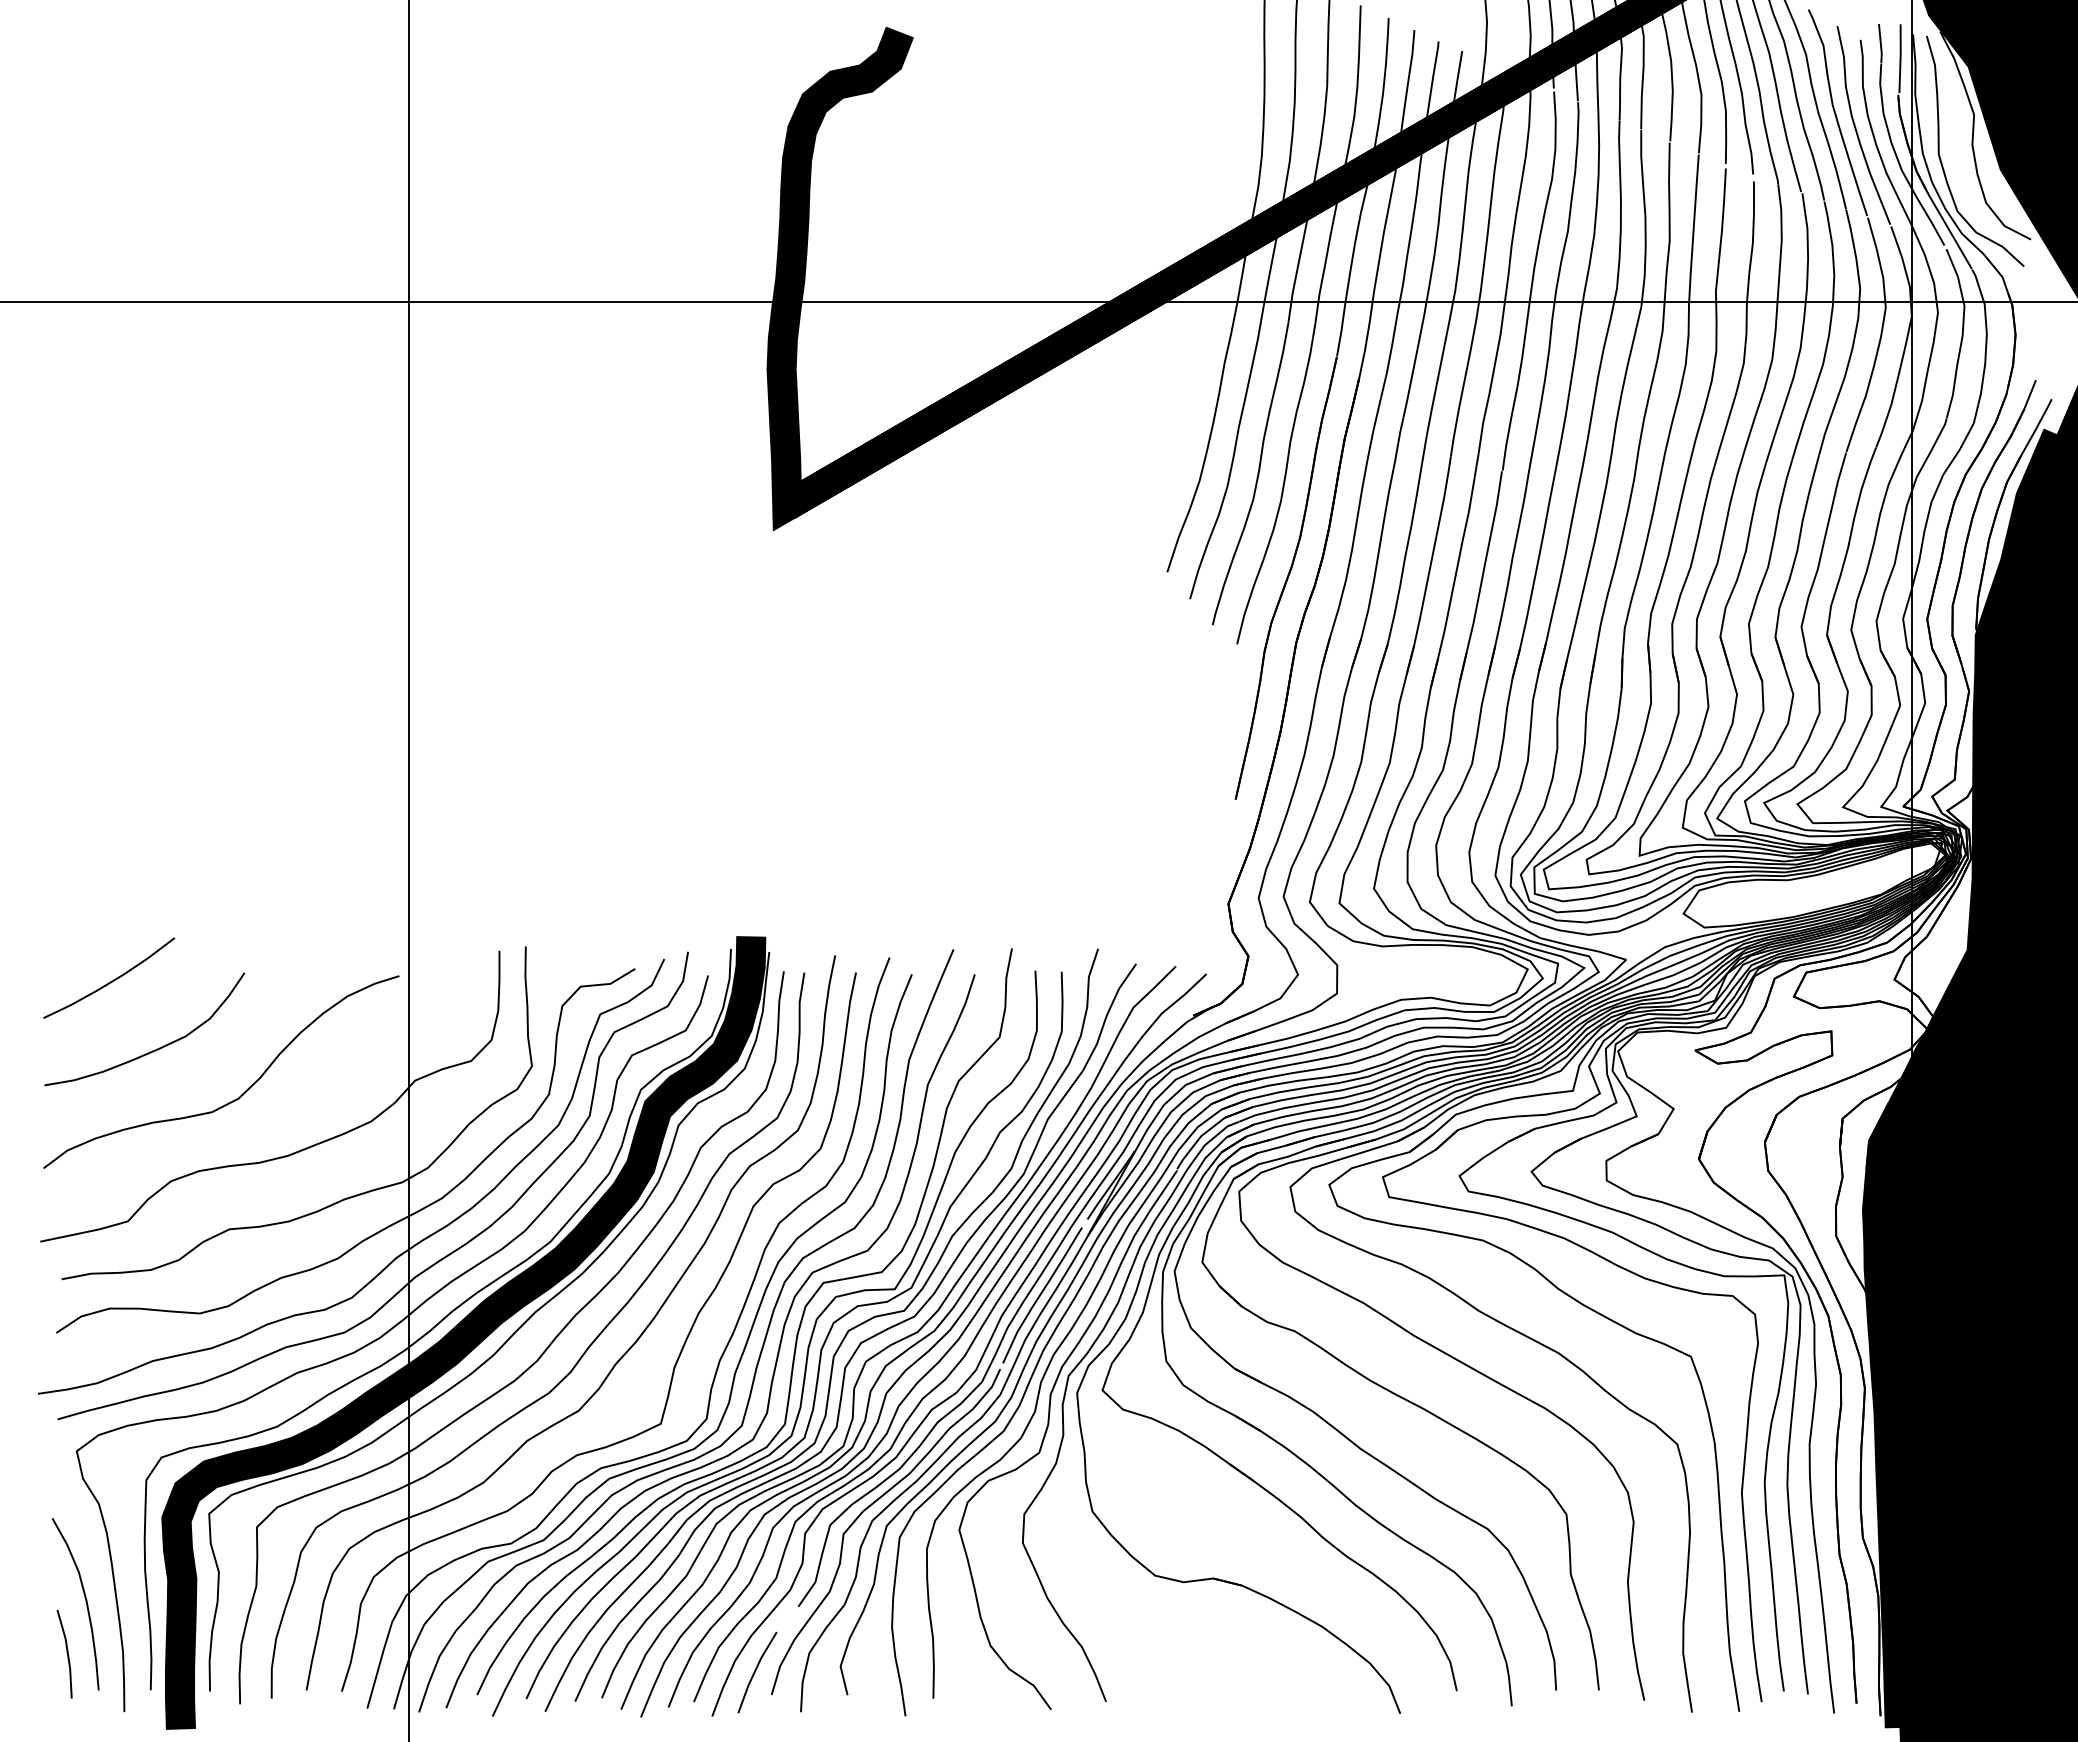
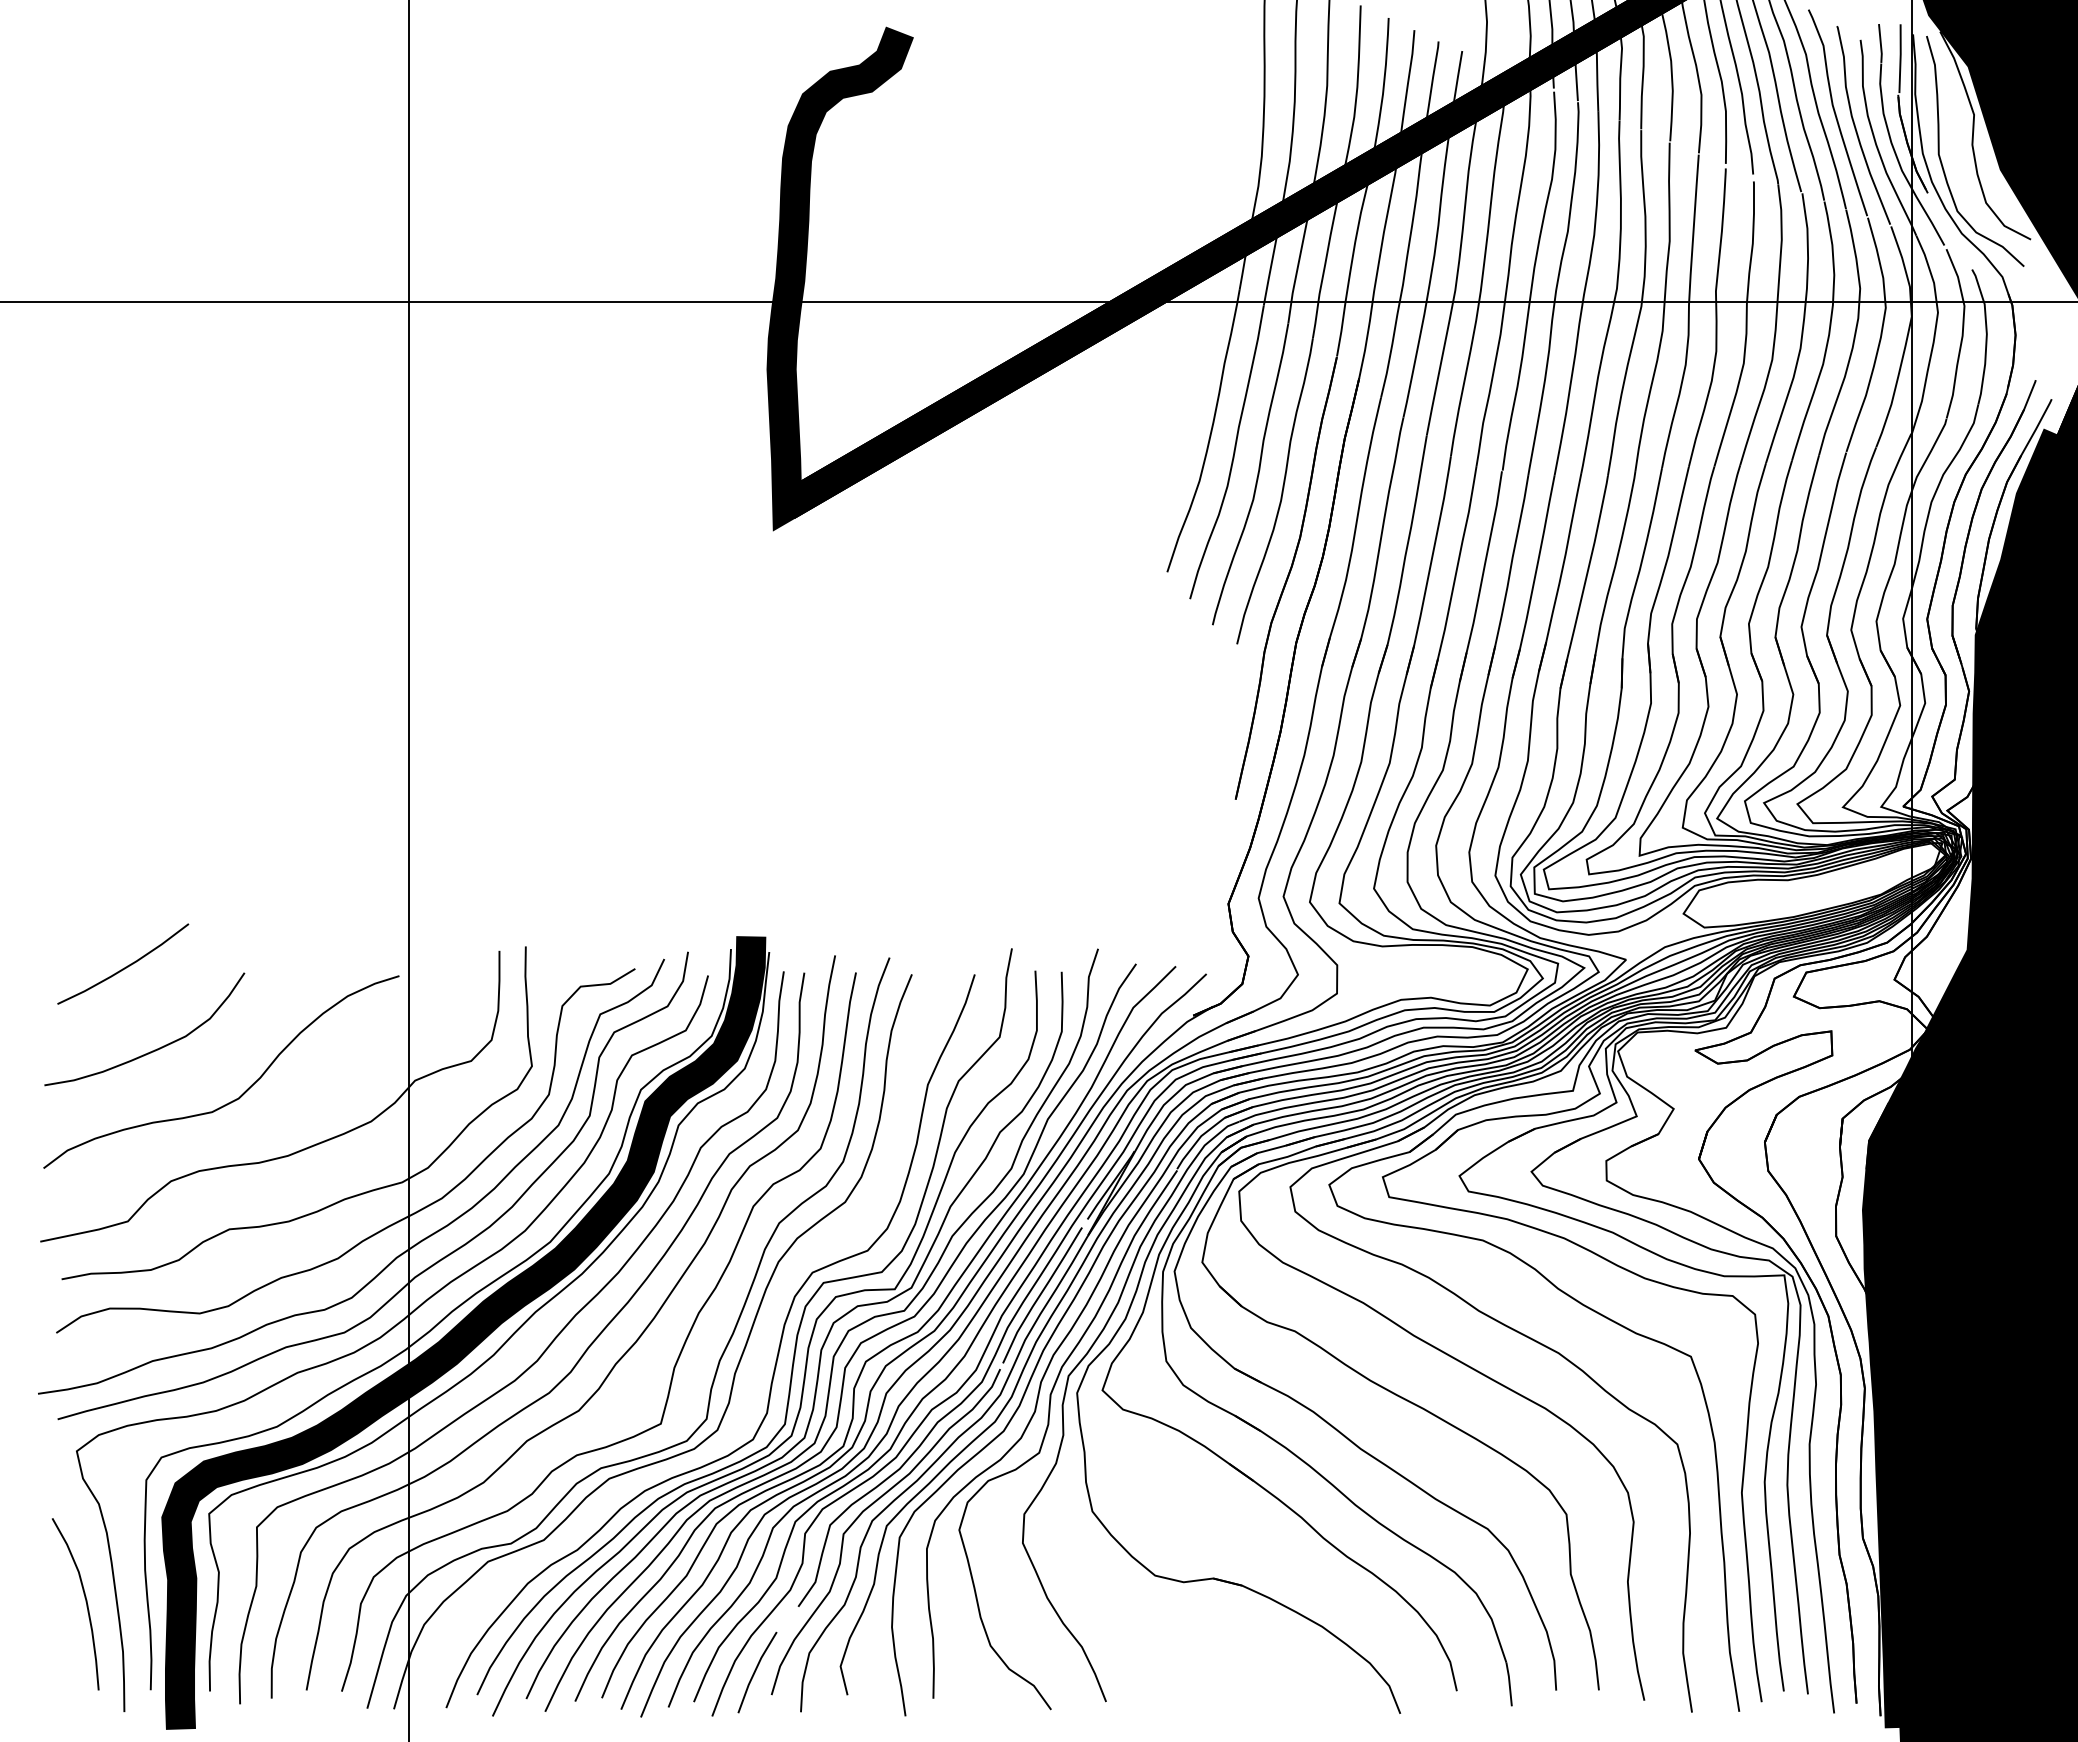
line at (1949, 230): present -> none
curve at (111, 980) position: (111, 980) -> (125, 966)
curve at (760, 1350): present -> none
line at (66, 1653): present -> none
